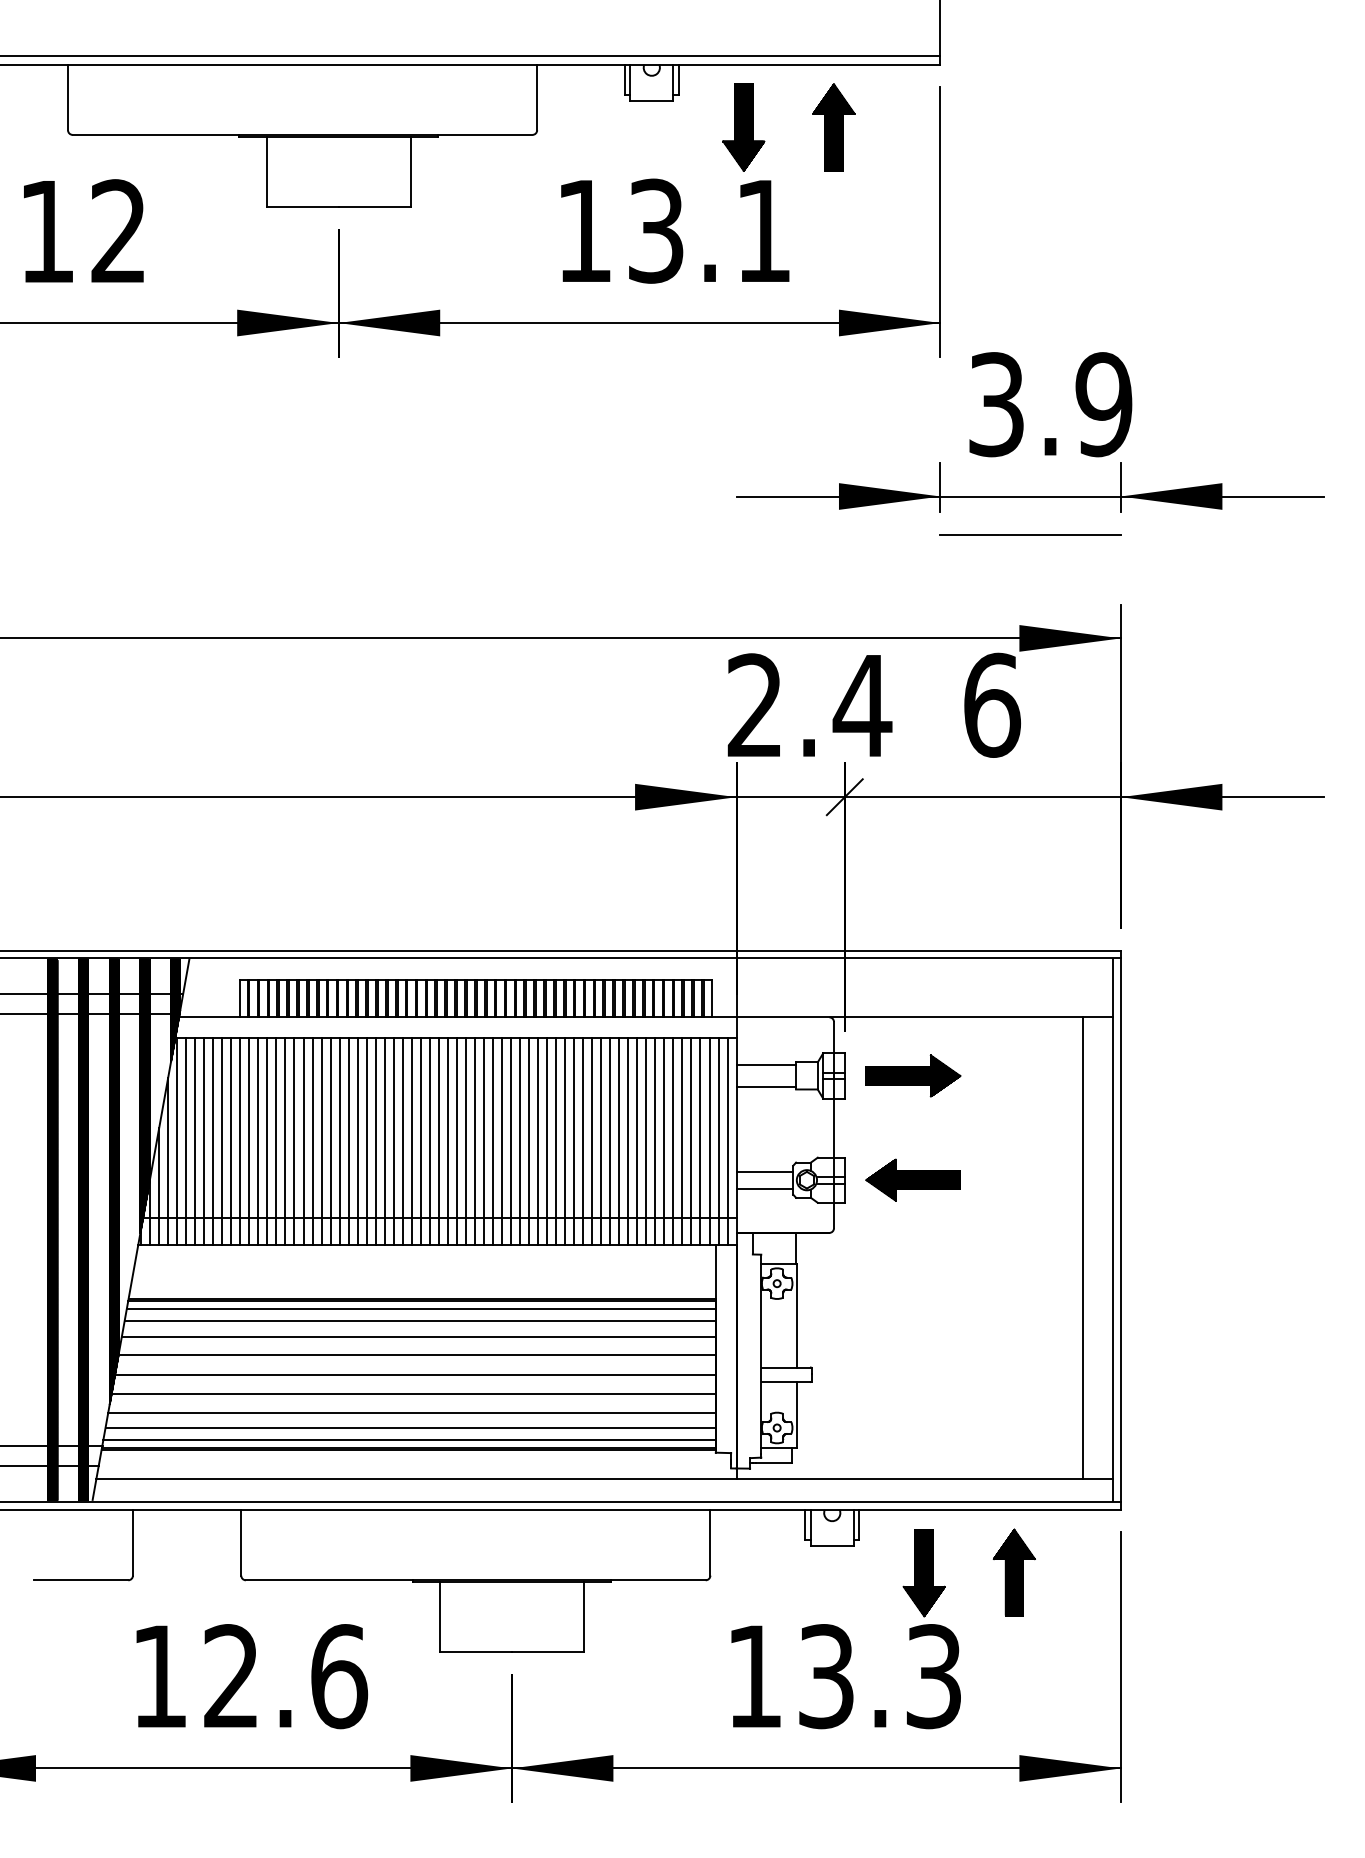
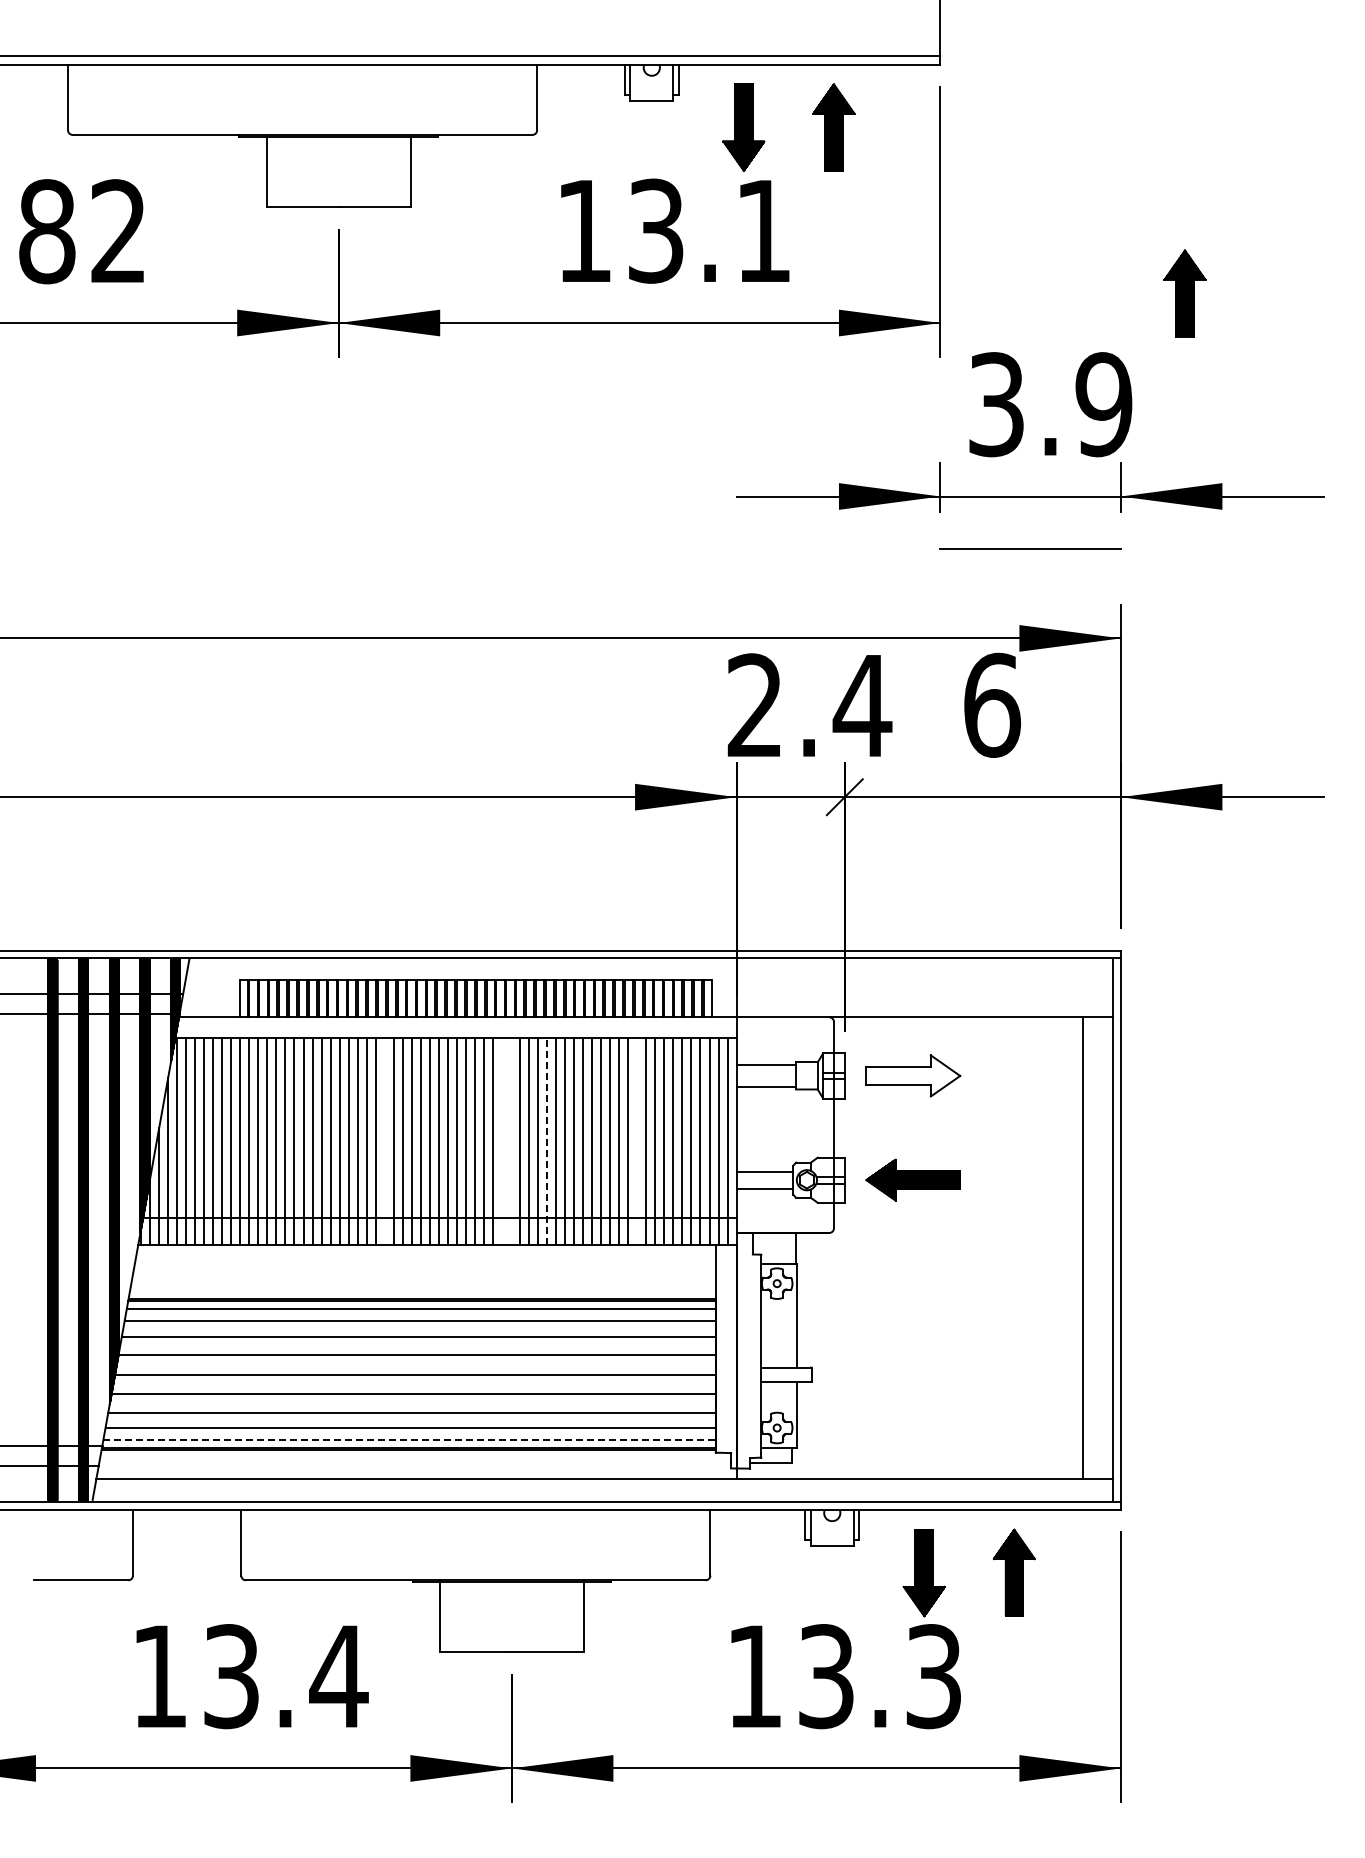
text at (47, 231): 12 -> 82
part at (1184, 293): none -> present
line at (1030, 534) position: (1030, 534) -> (1030, 548)
hatch at (913, 1075): present -> none
line at (384, 1141): present -> none
line at (501, 1141): present -> none
line at (511, 1141): present -> none
line at (547, 1141): solid -> dashed
line at (637, 1141): present -> none
line at (410, 1440): solid -> dashed
text at (286, 1676): 12.6 -> 13.4
